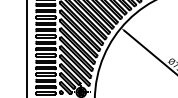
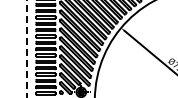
line at (26, 49): solid -> dashed
